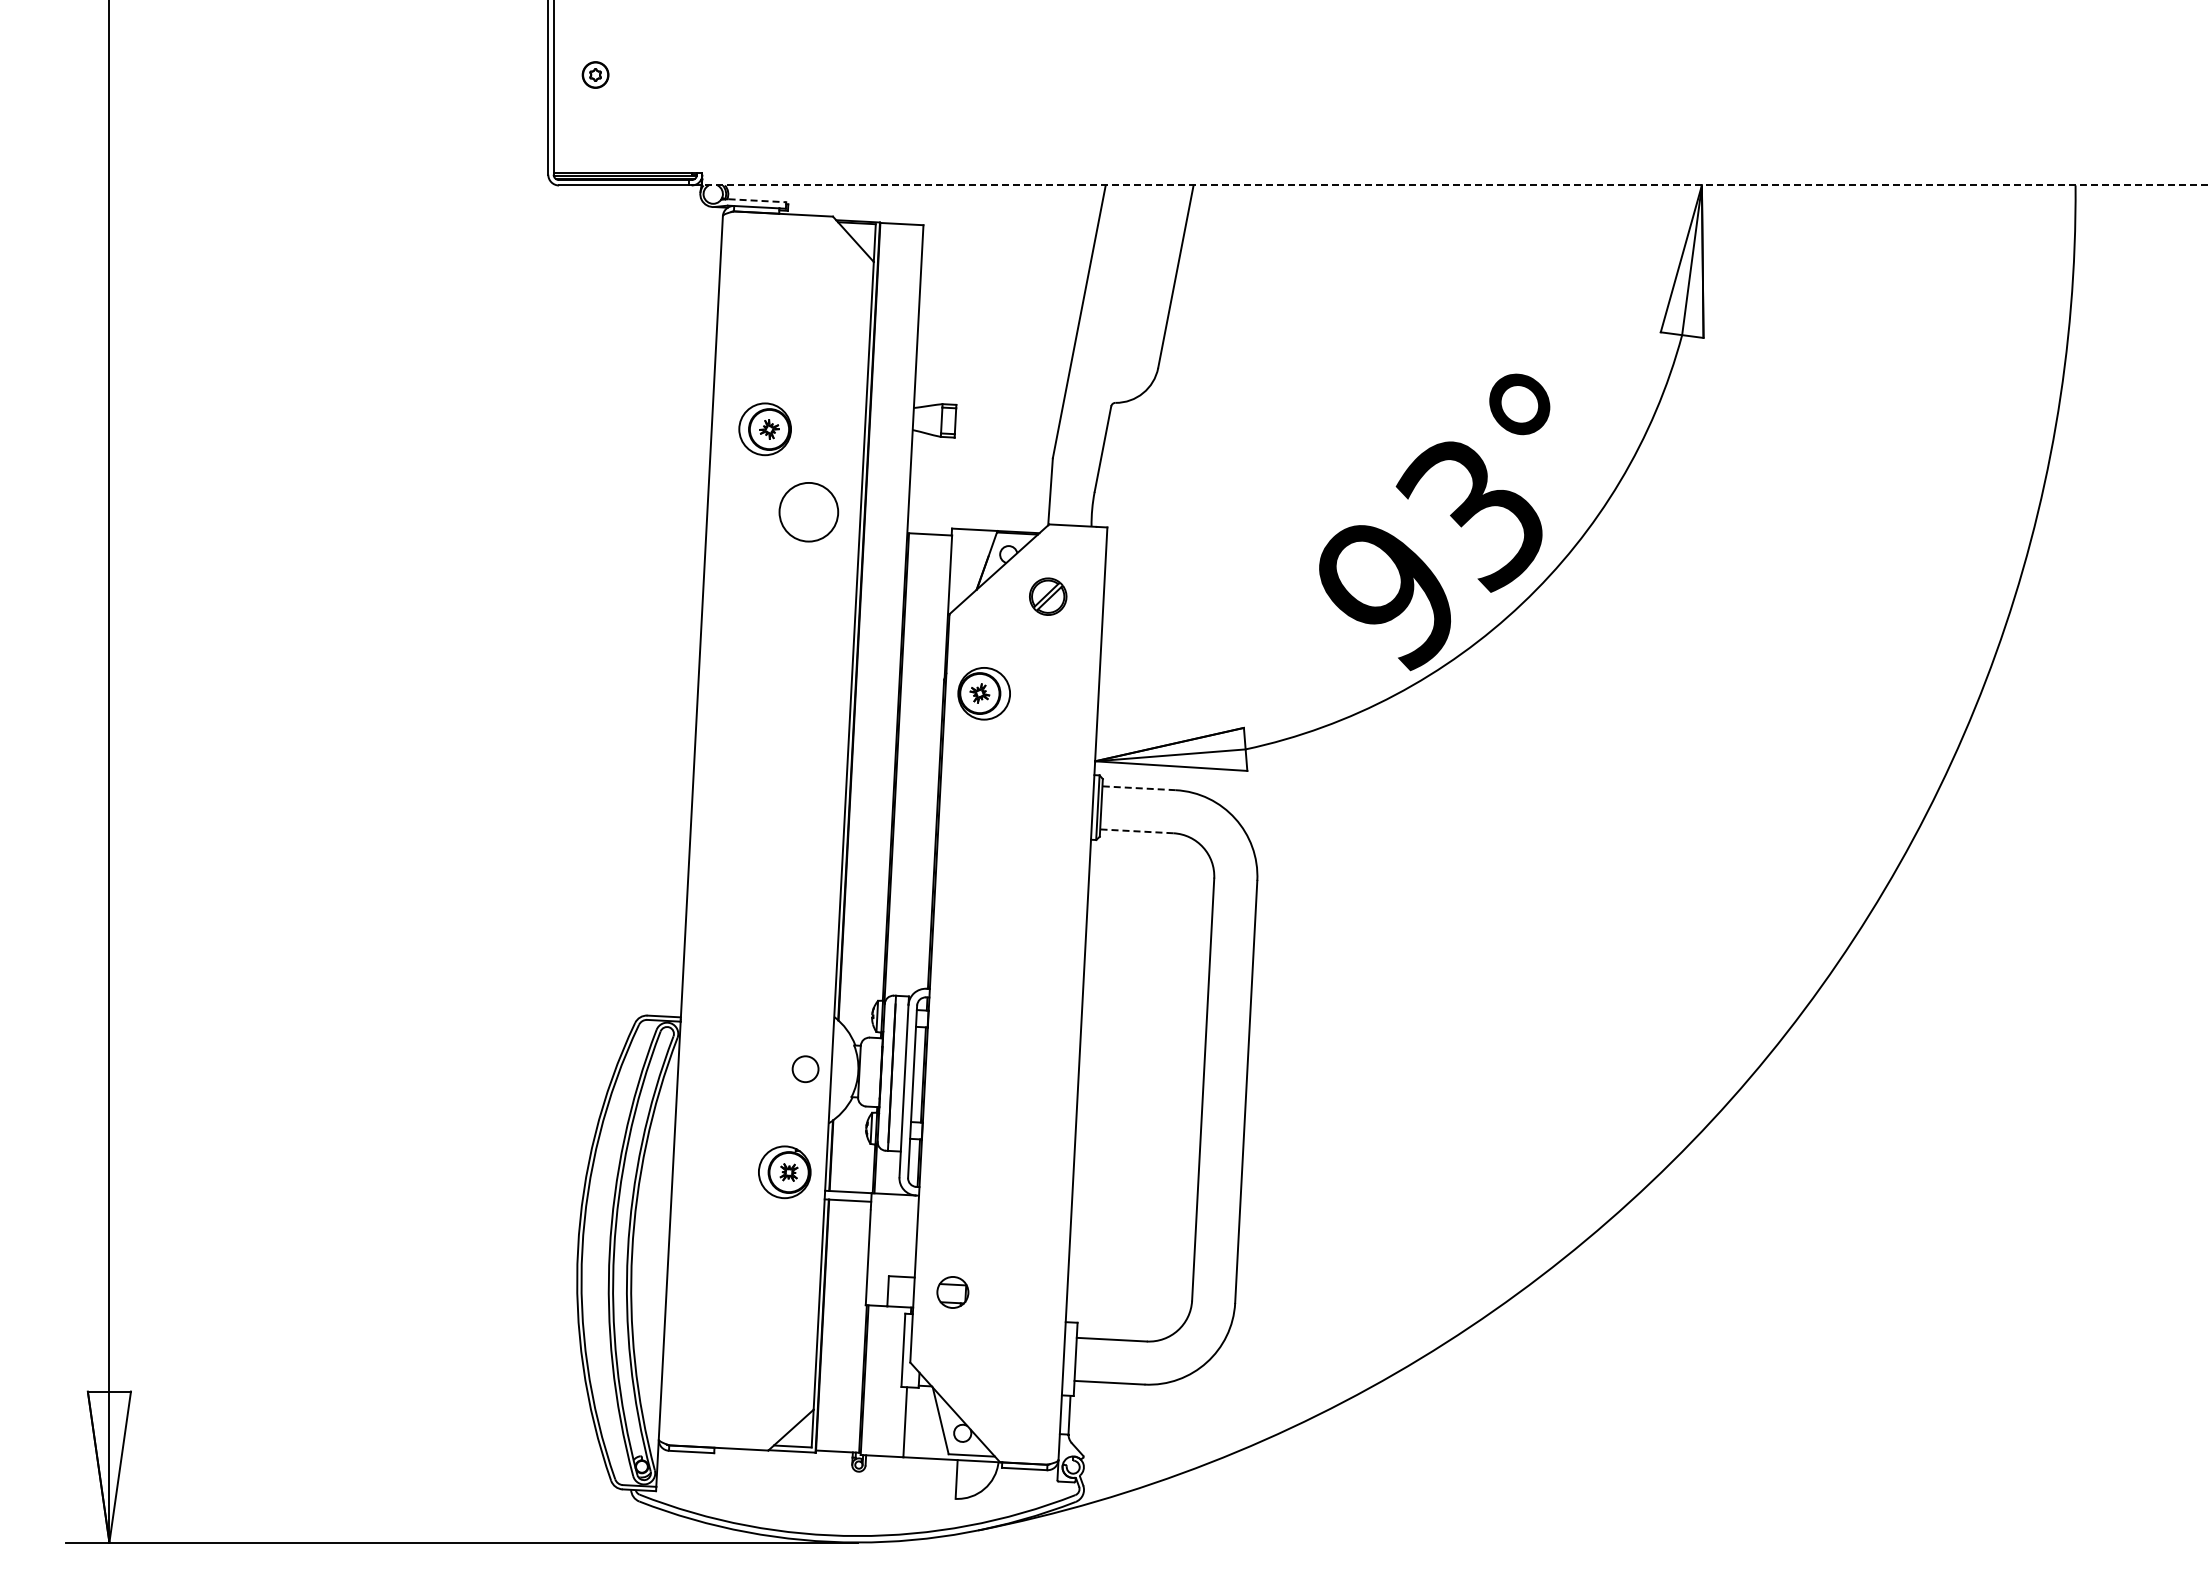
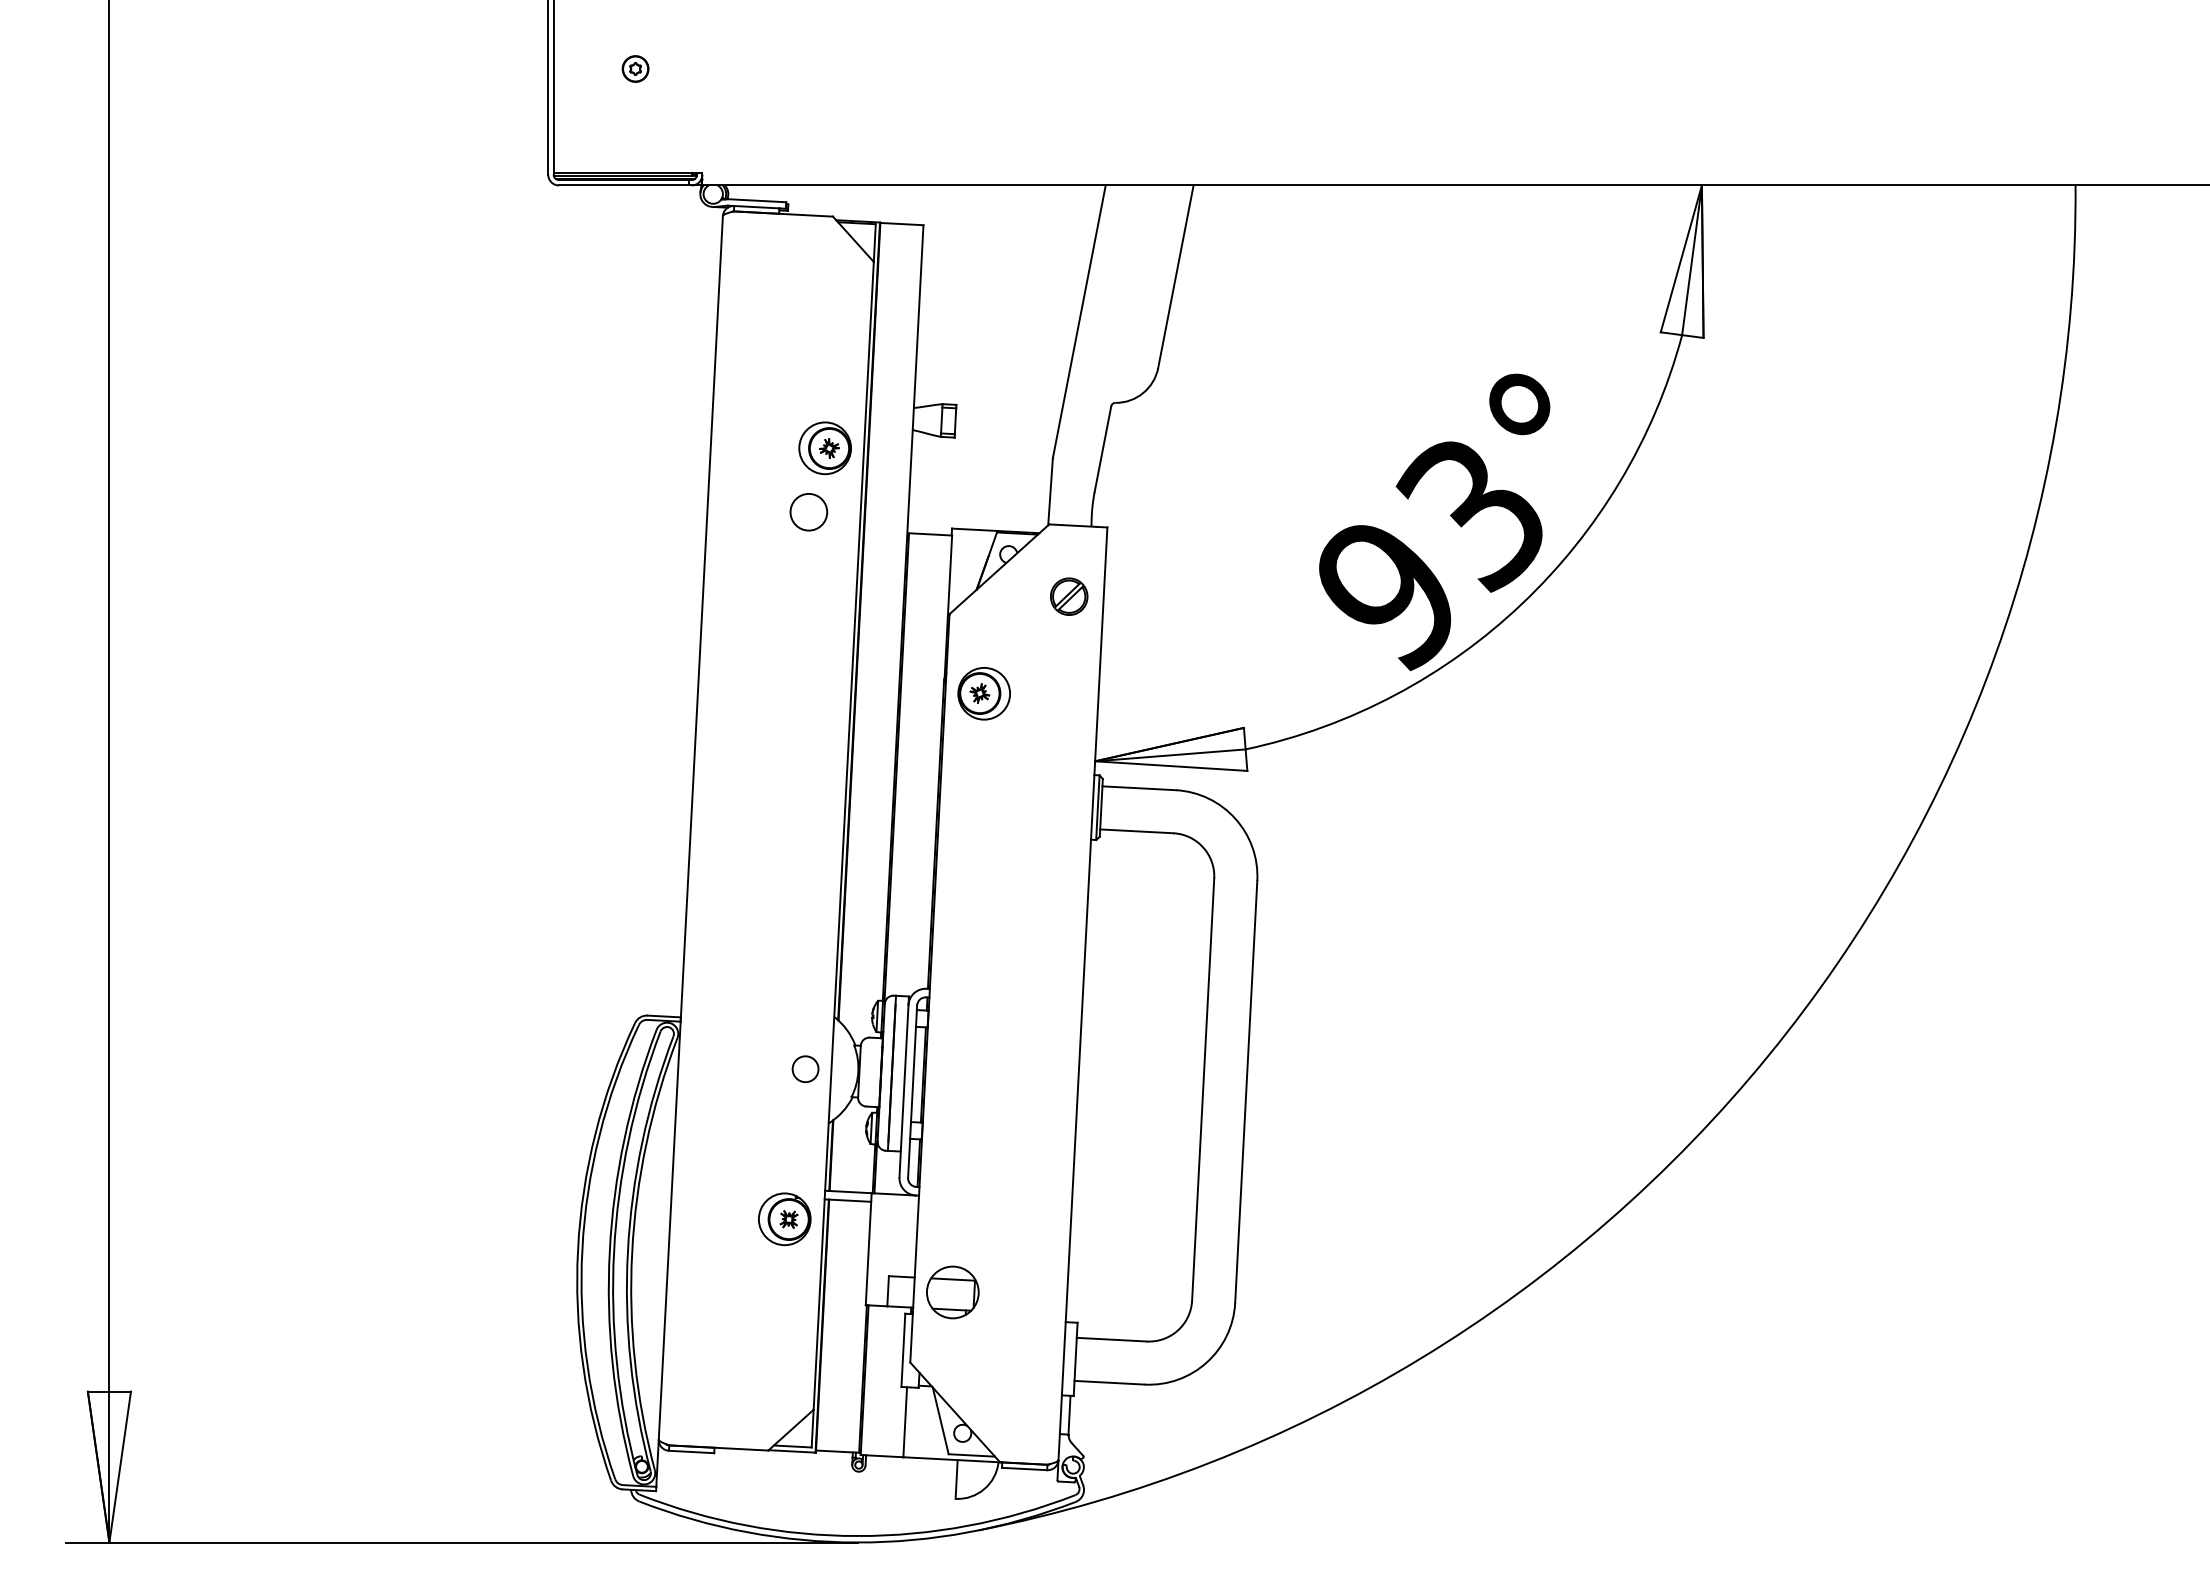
part at (595, 74) position: (595, 74) -> (635, 68)
line at (1455, 185): dashed -> solid
line at (757, 200): dashed -> solid
part at (764, 429) position: (764, 429) -> (824, 448)
circle at (808, 511) diameter: 59 px -> 37 px
part at (1048, 596) position: (1048, 596) -> (1069, 596)
line at (1139, 788): dashed -> solid
line at (1136, 831): dashed -> solid
part at (784, 1172) position: (784, 1172) -> (784, 1219)
part at (952, 1292) size: 34x33 px -> 54x55 px
